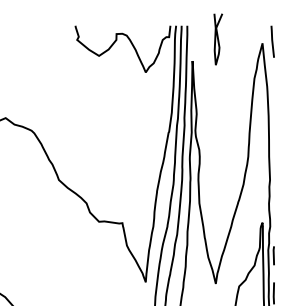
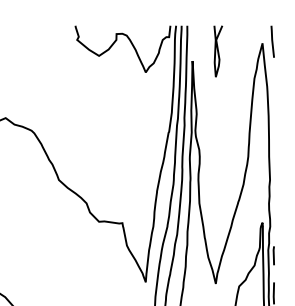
curve at (218, 39) position: (218, 39) -> (218, 51)
